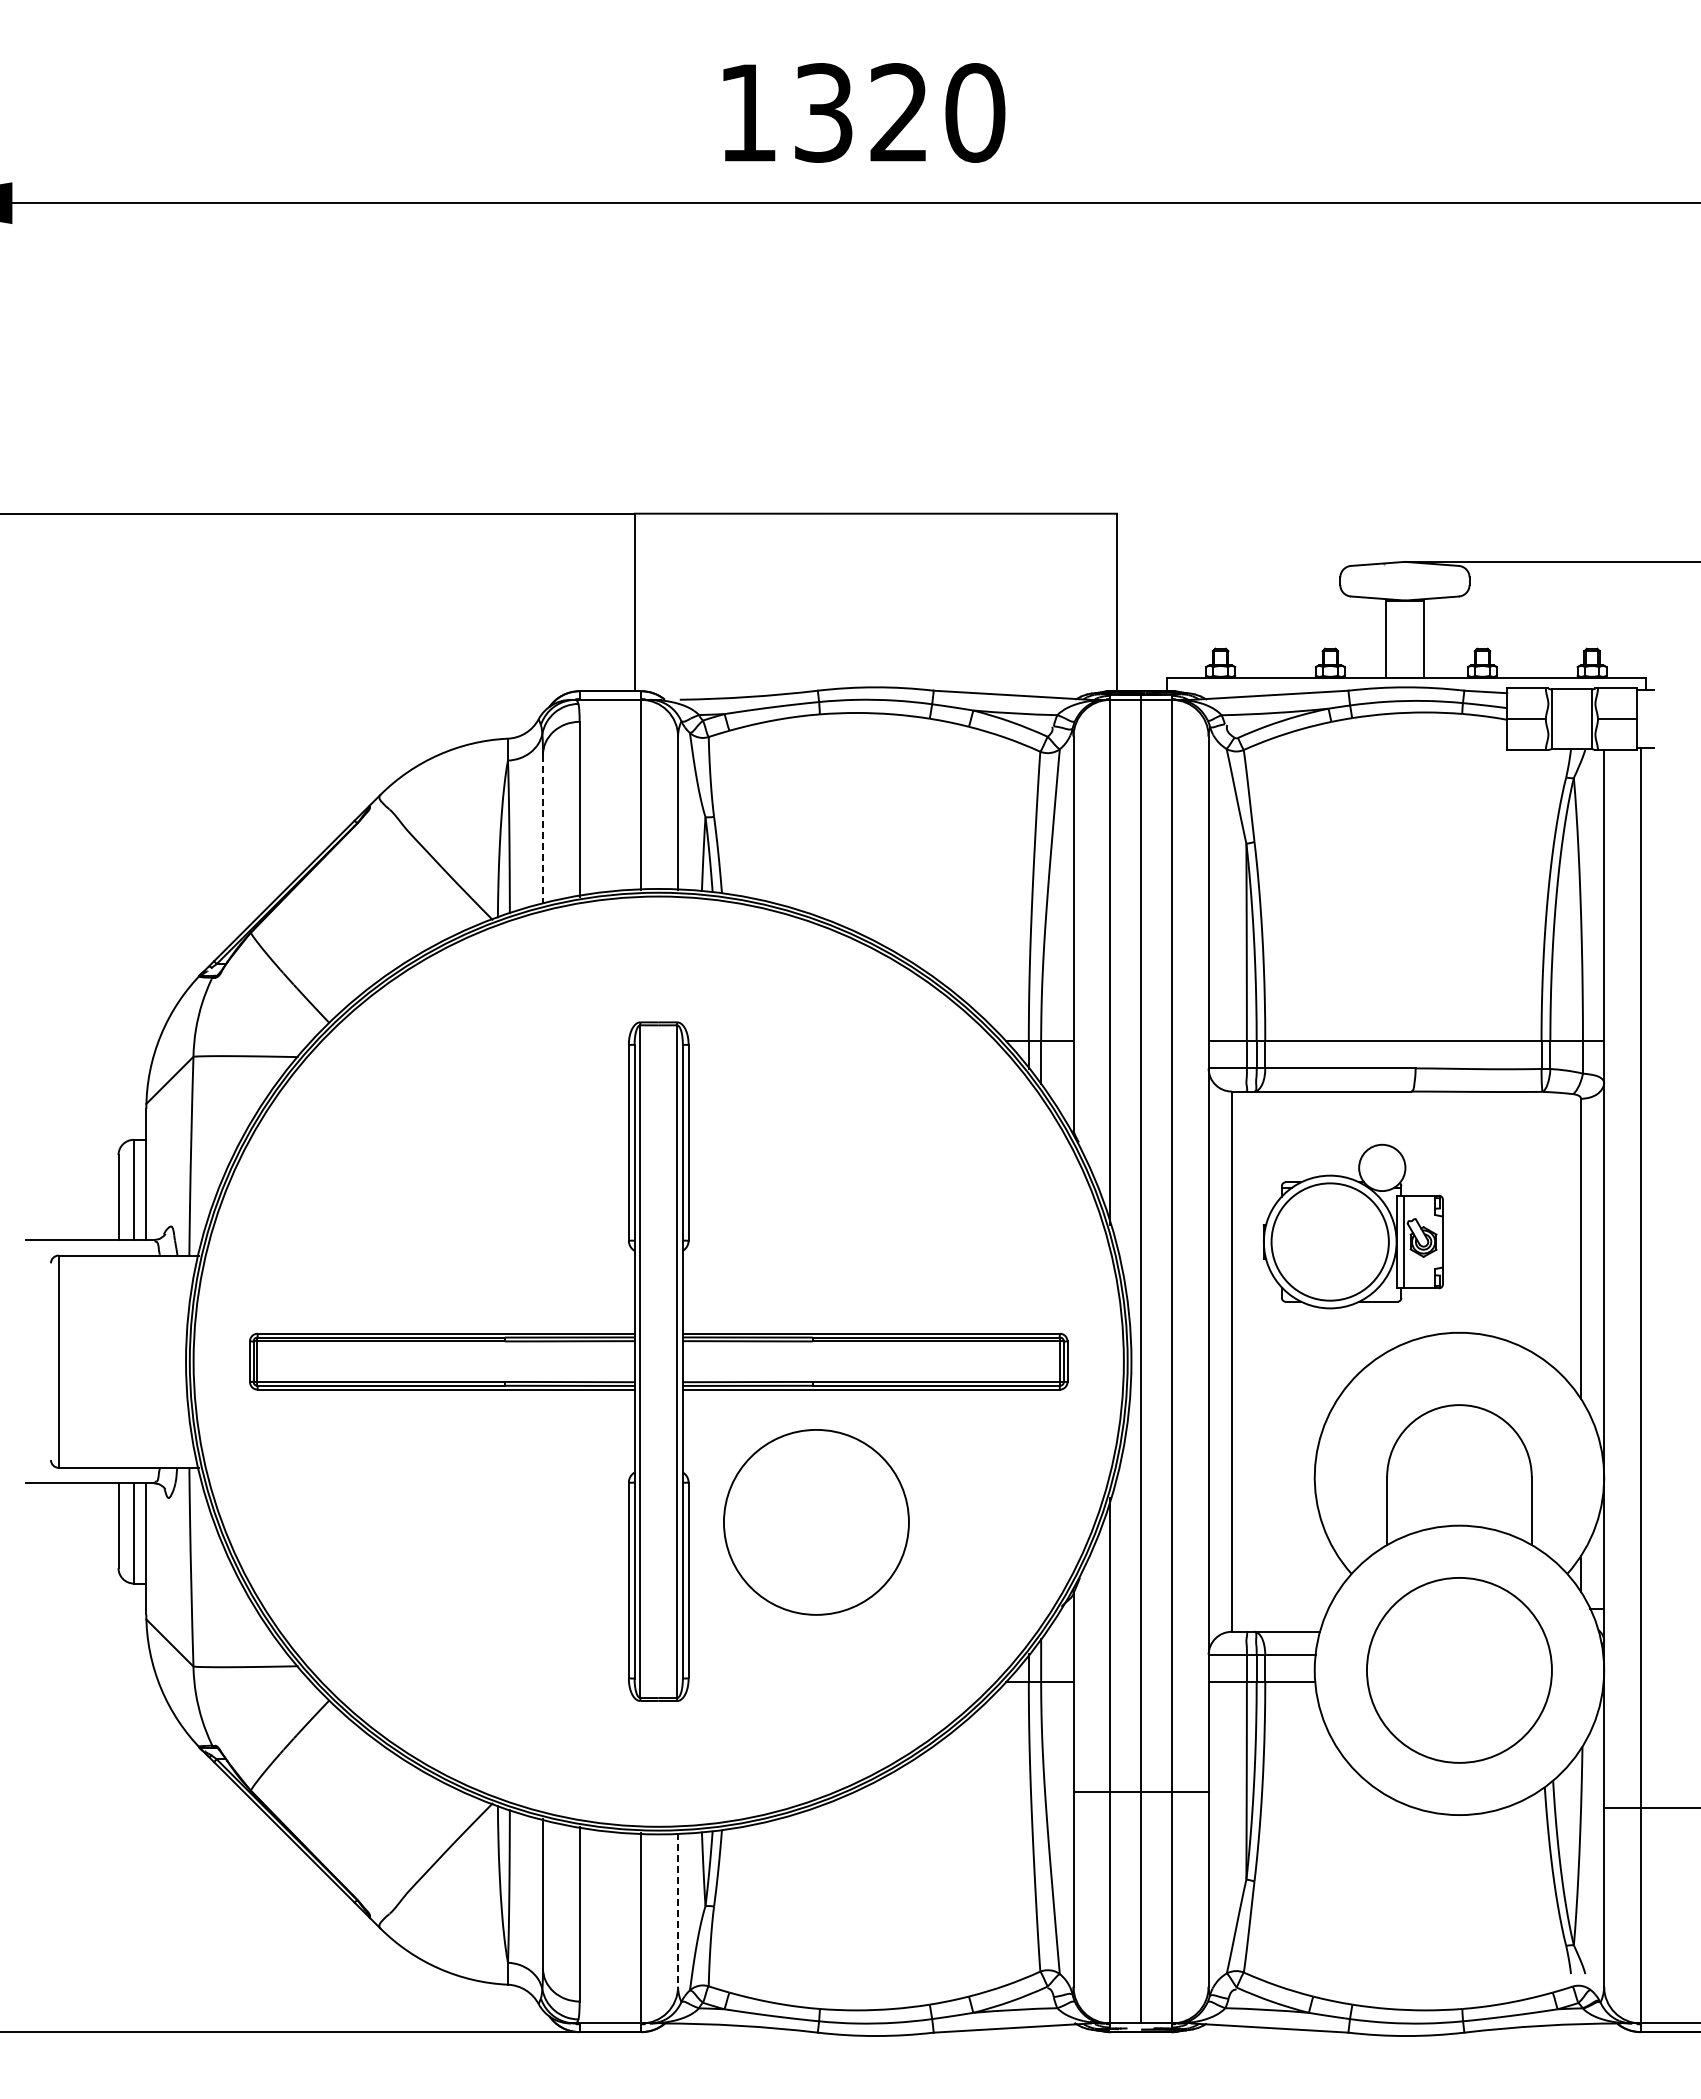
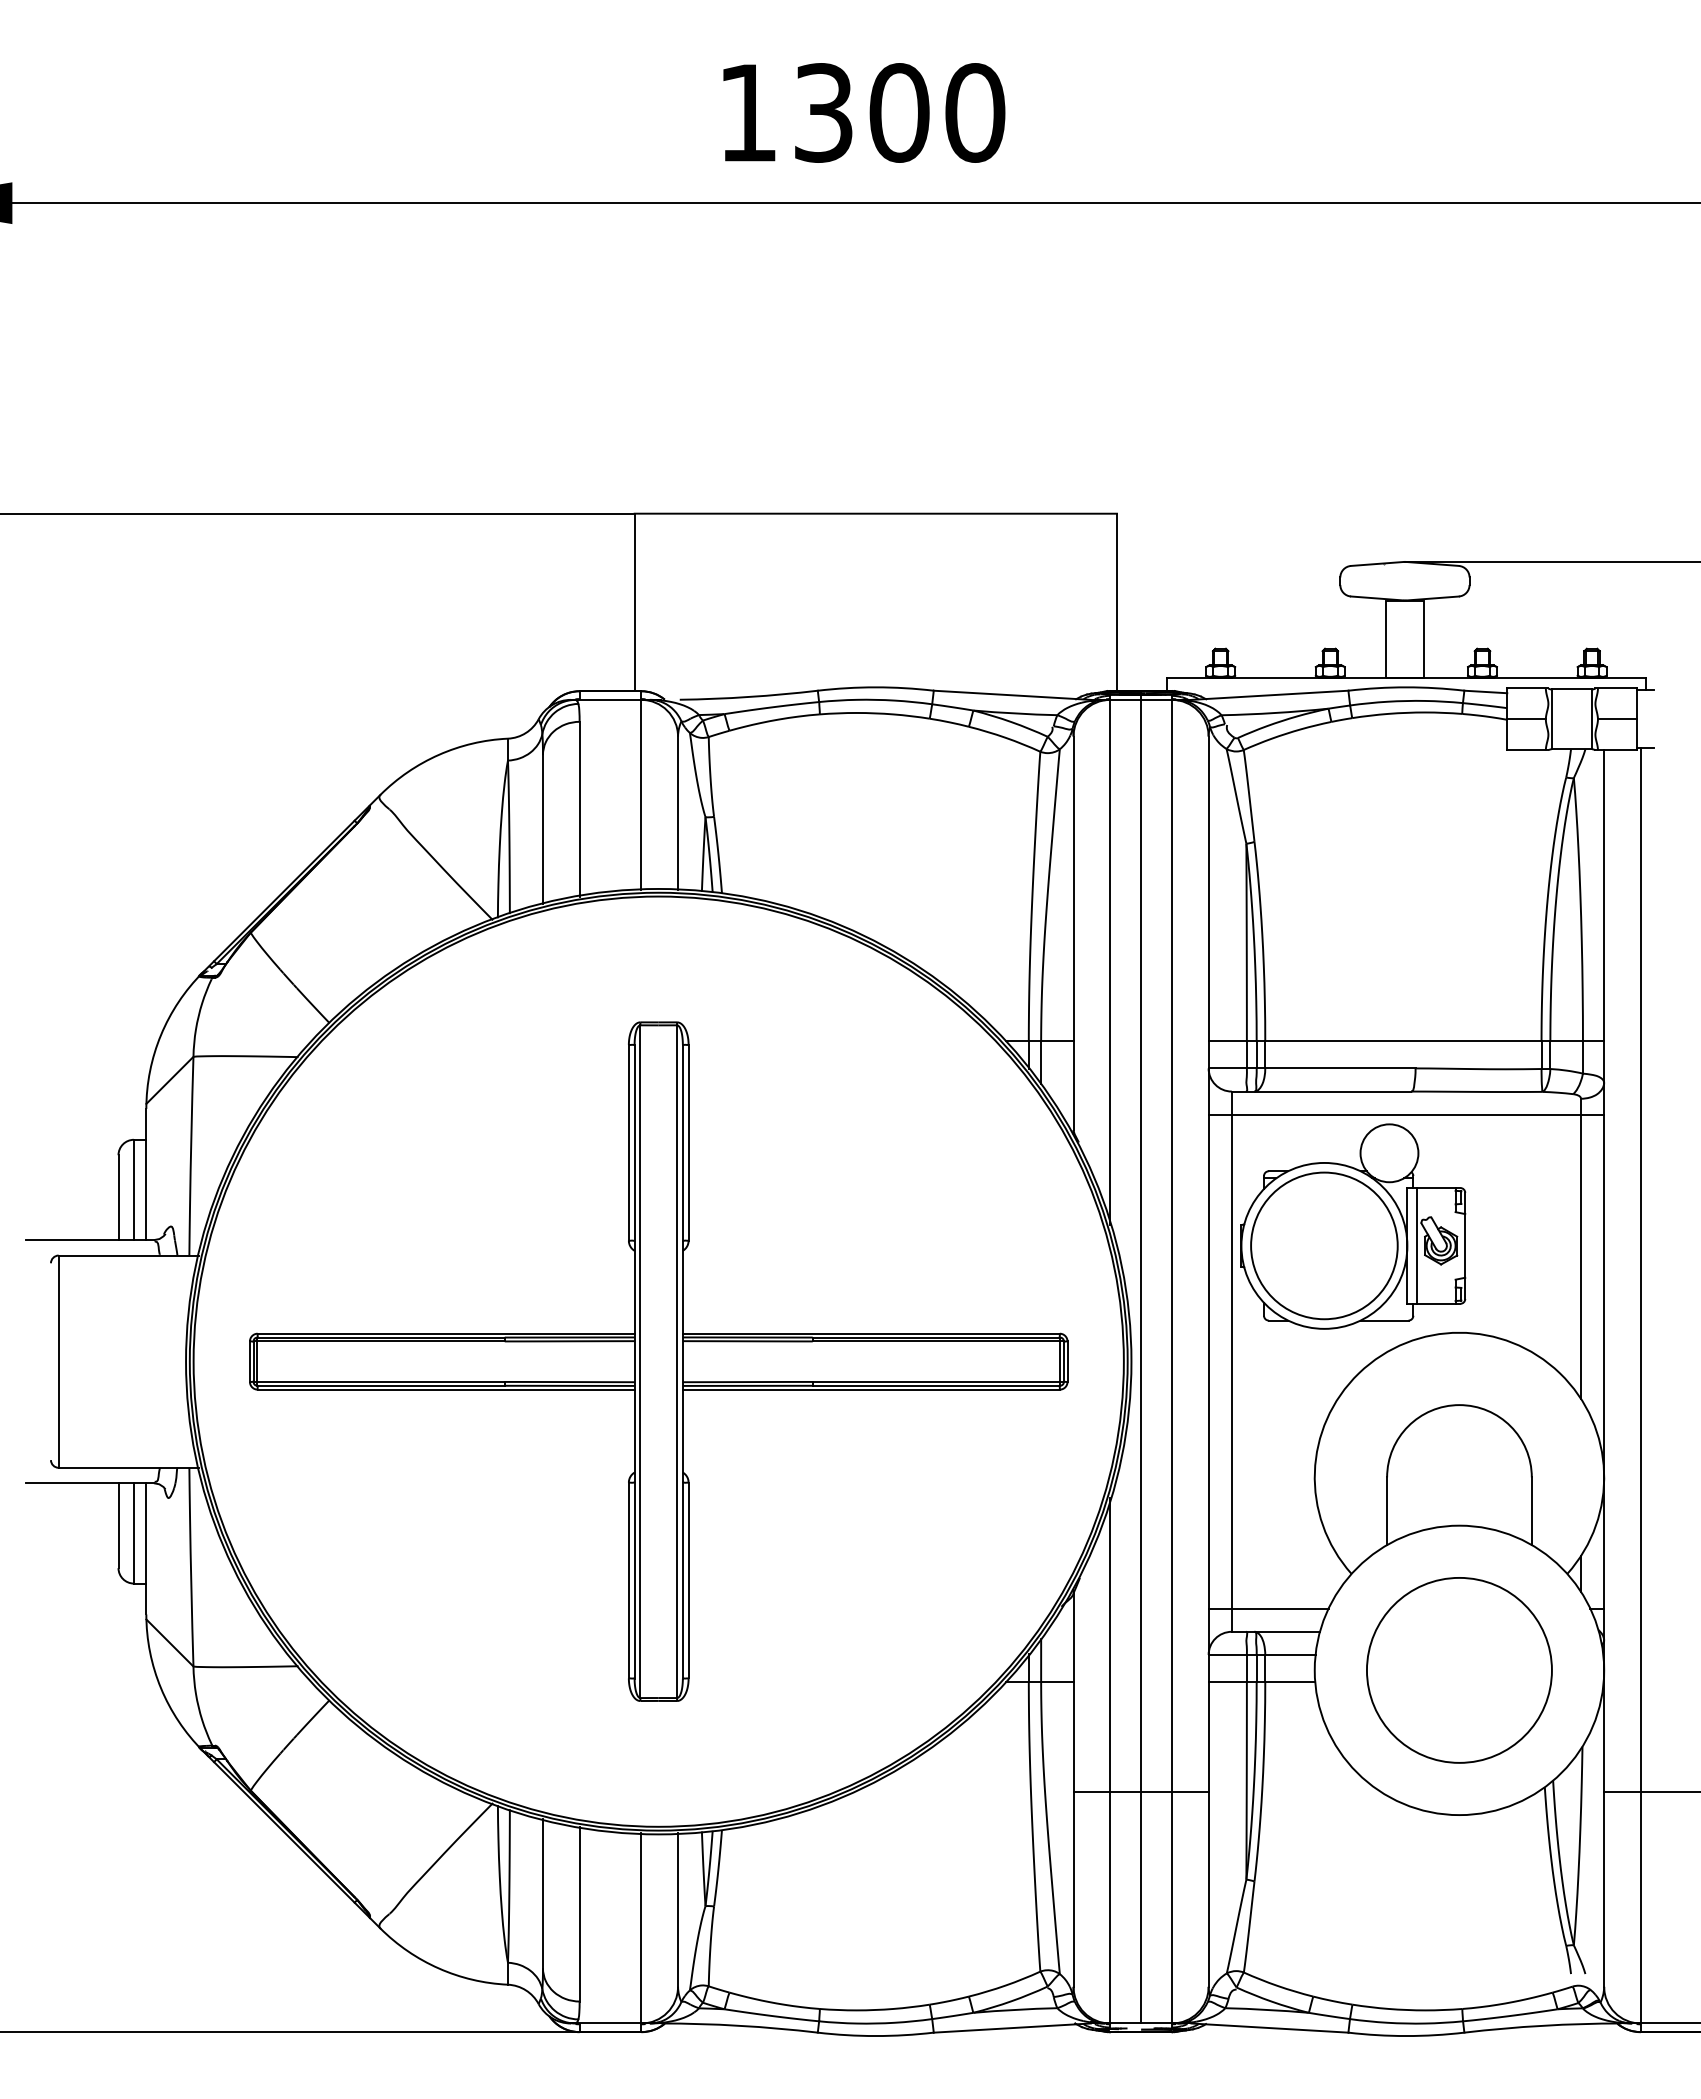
text at (899, 112): 1320 -> 1300
line at (542, 830): dashed -> solid
line at (1406, 1114): none -> present
part at (1353, 1226) size: 181x167 px -> 227x207 px
circle at (816, 1522): present -> none
line at (1268, 1608): none -> present
line at (1650, 1807) position: (1650, 1807) -> (1650, 1791)
line at (678, 1909): dashed -> solid
